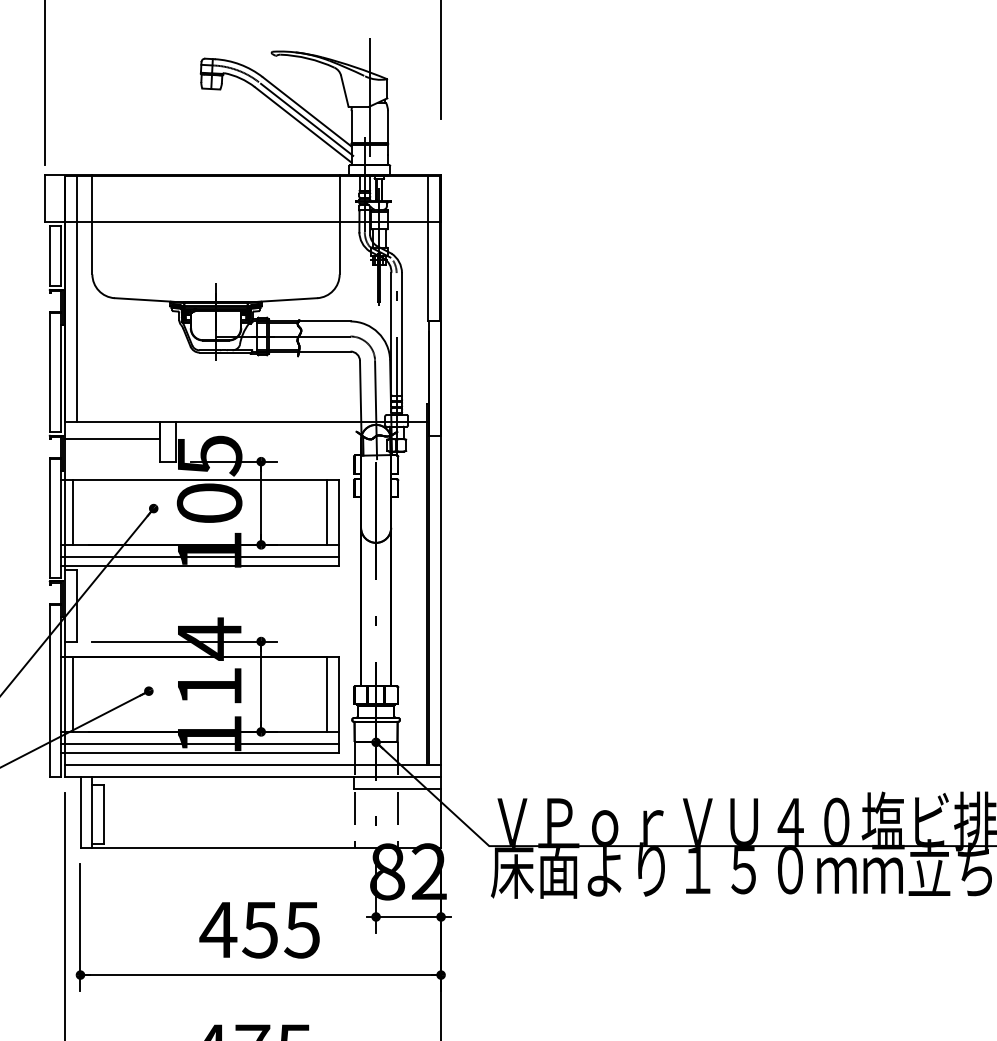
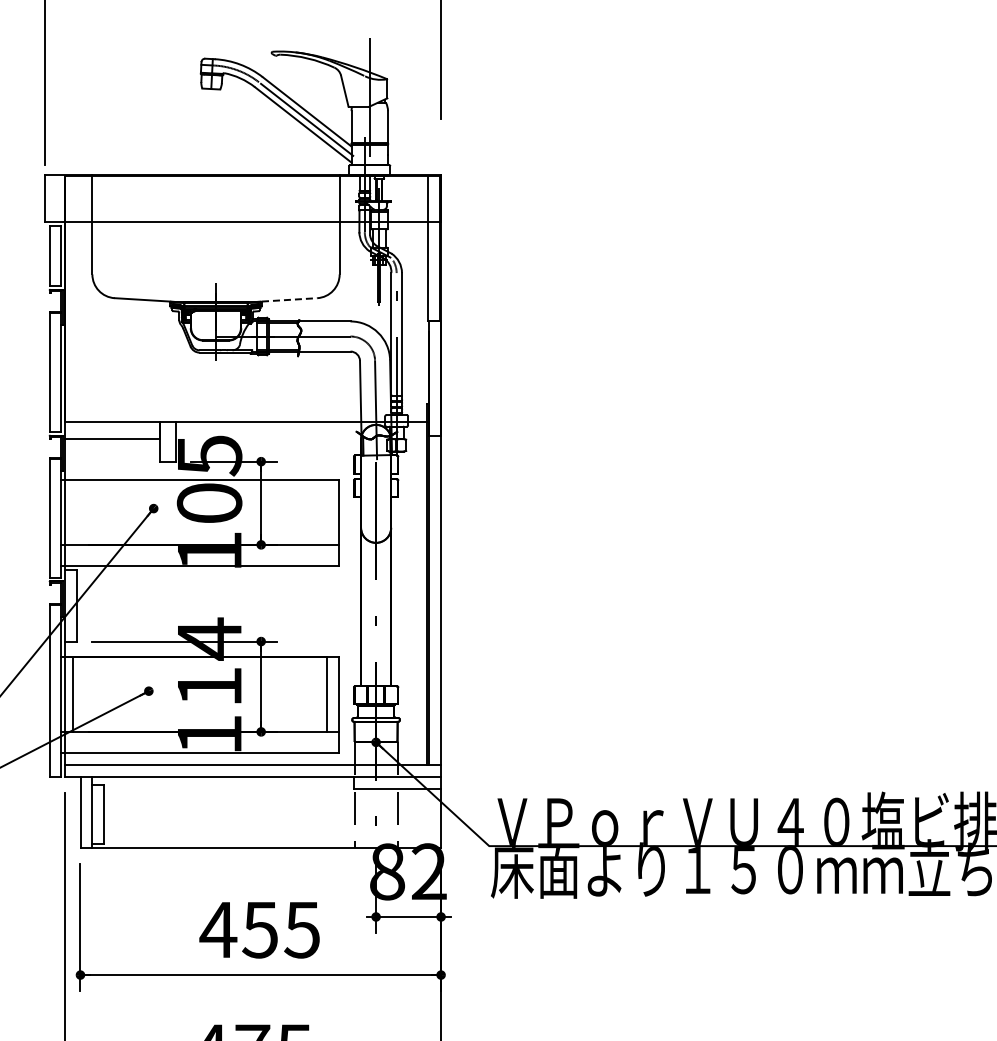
line at (76, 299): present -> none
line at (289, 299): solid -> dashed
line at (73, 511): present -> none
line at (326, 511): present -> none
line at (199, 556): present -> none
line at (199, 743): present -> none
